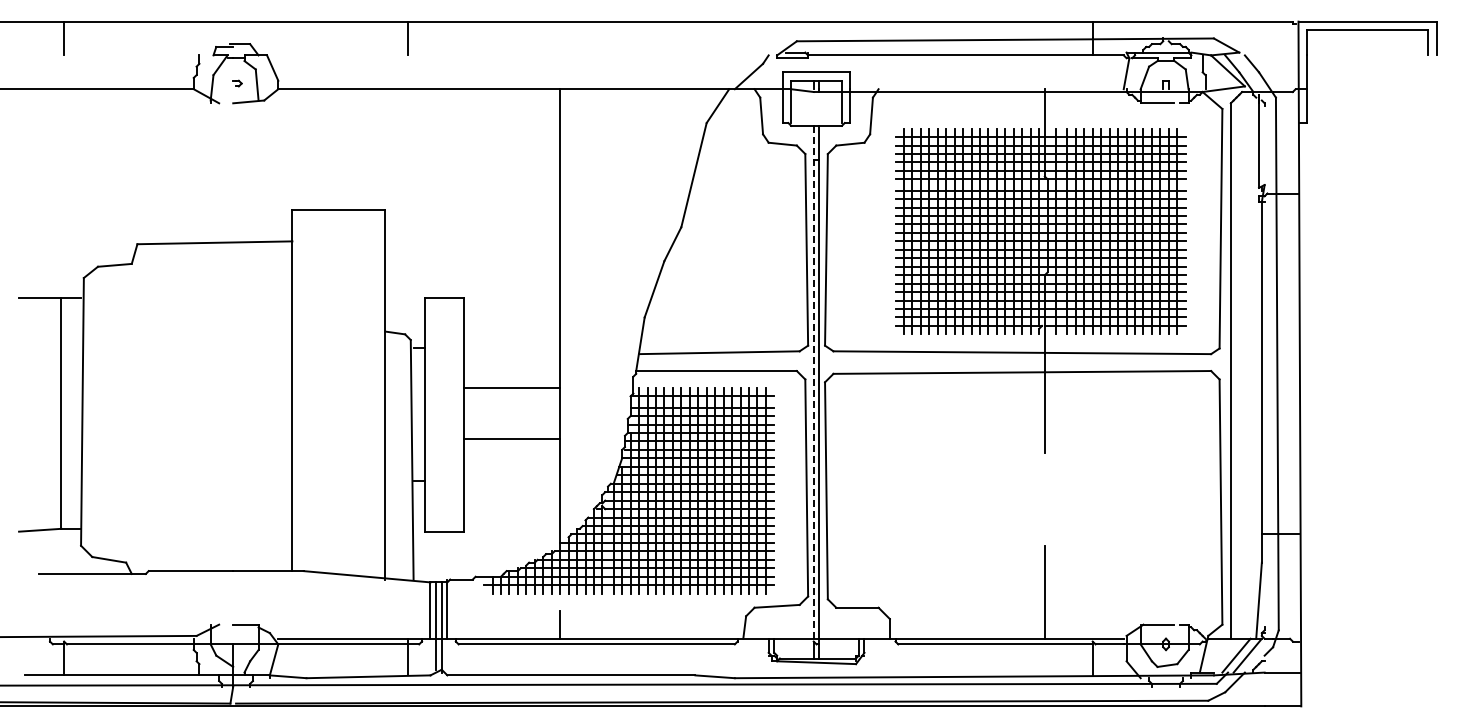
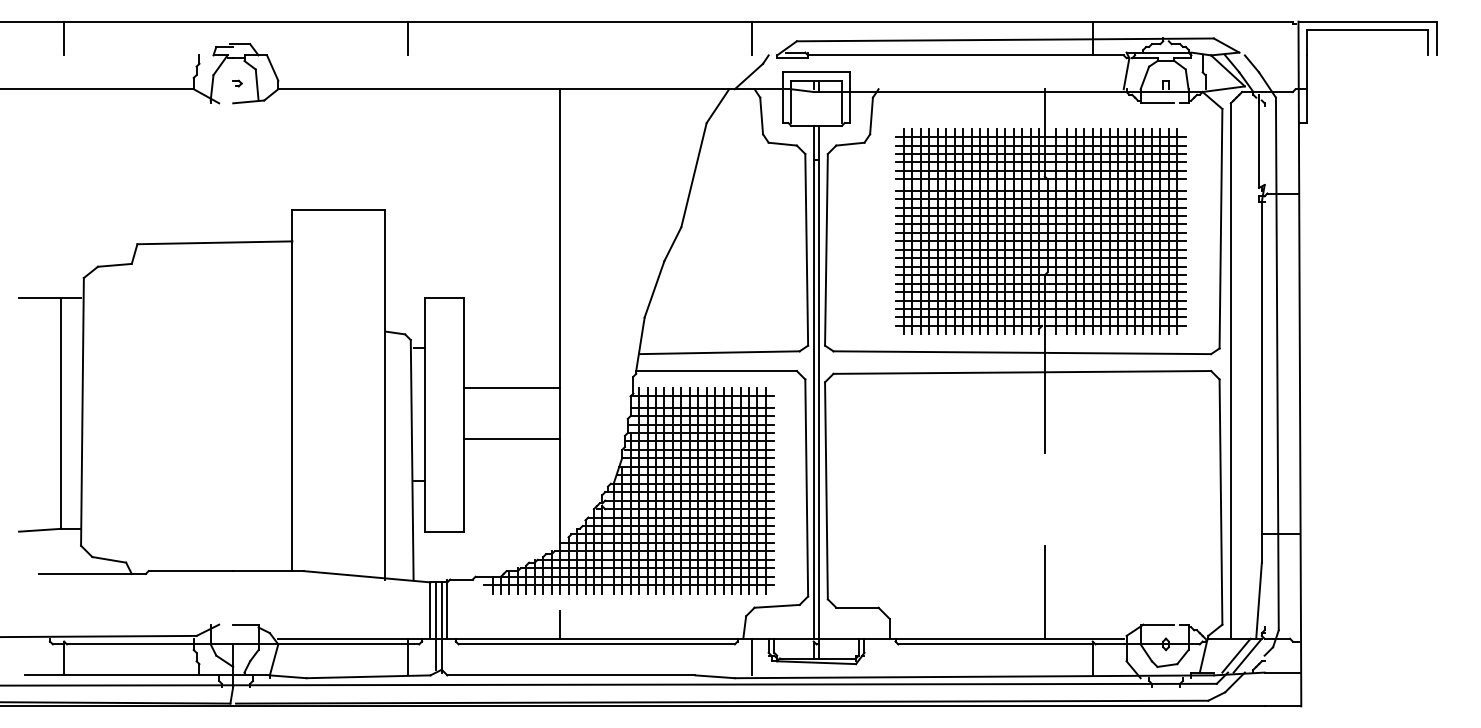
line at (751, 38): none -> present
line at (813, 381): dashed -> solid
line at (751, 656): none -> present
